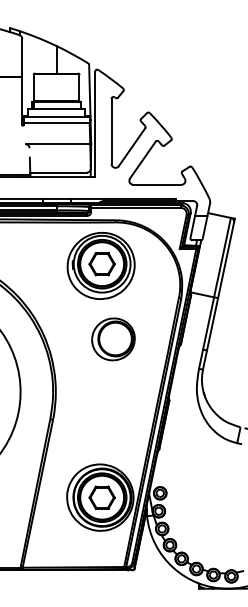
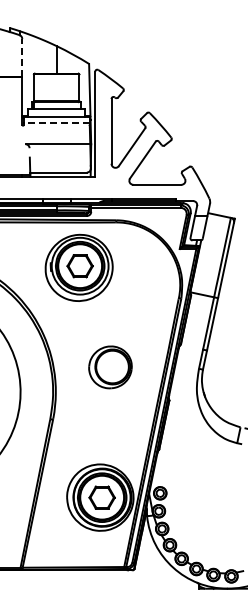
line at (22, 57): solid -> dashed
line at (56, 123): solid -> dashed
part at (100, 265) position: (100, 265) -> (78, 267)
part at (113, 339) position: (113, 339) -> (110, 367)
